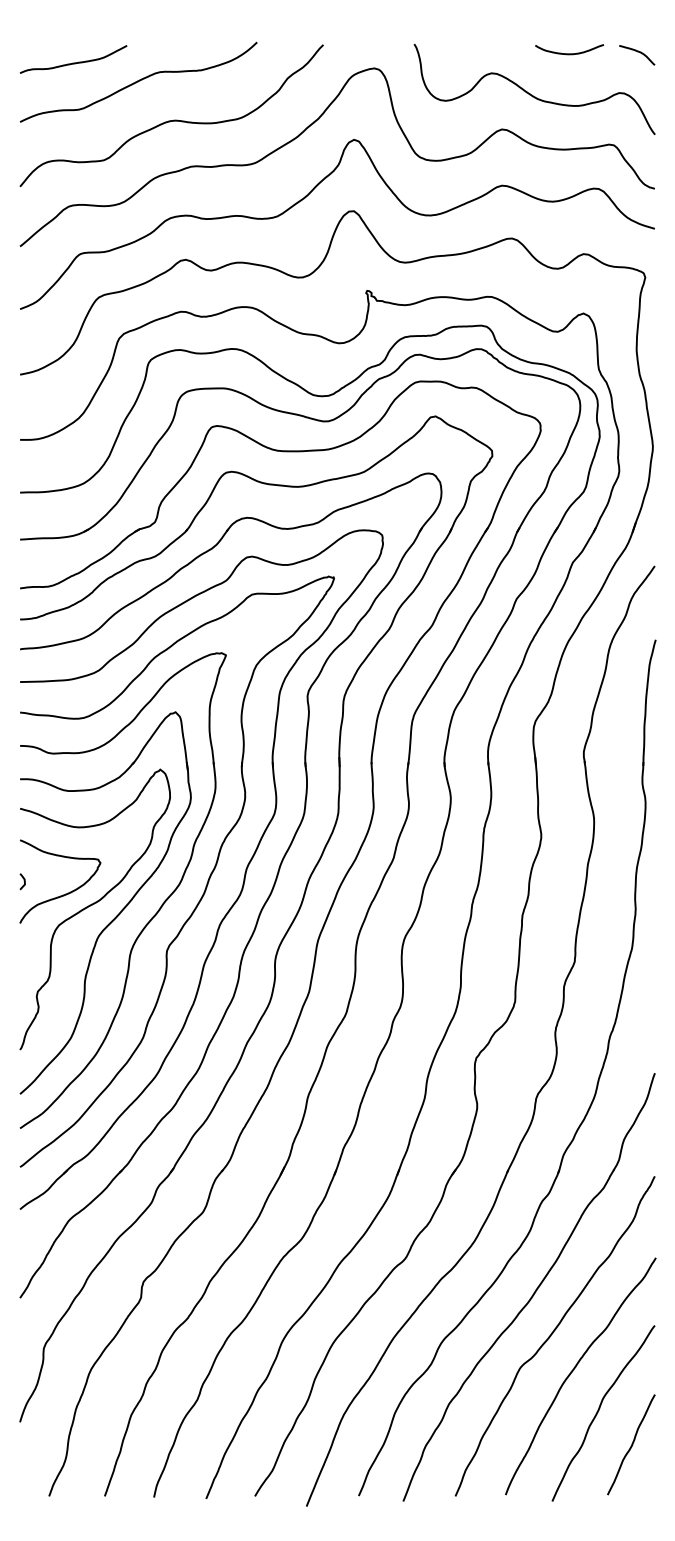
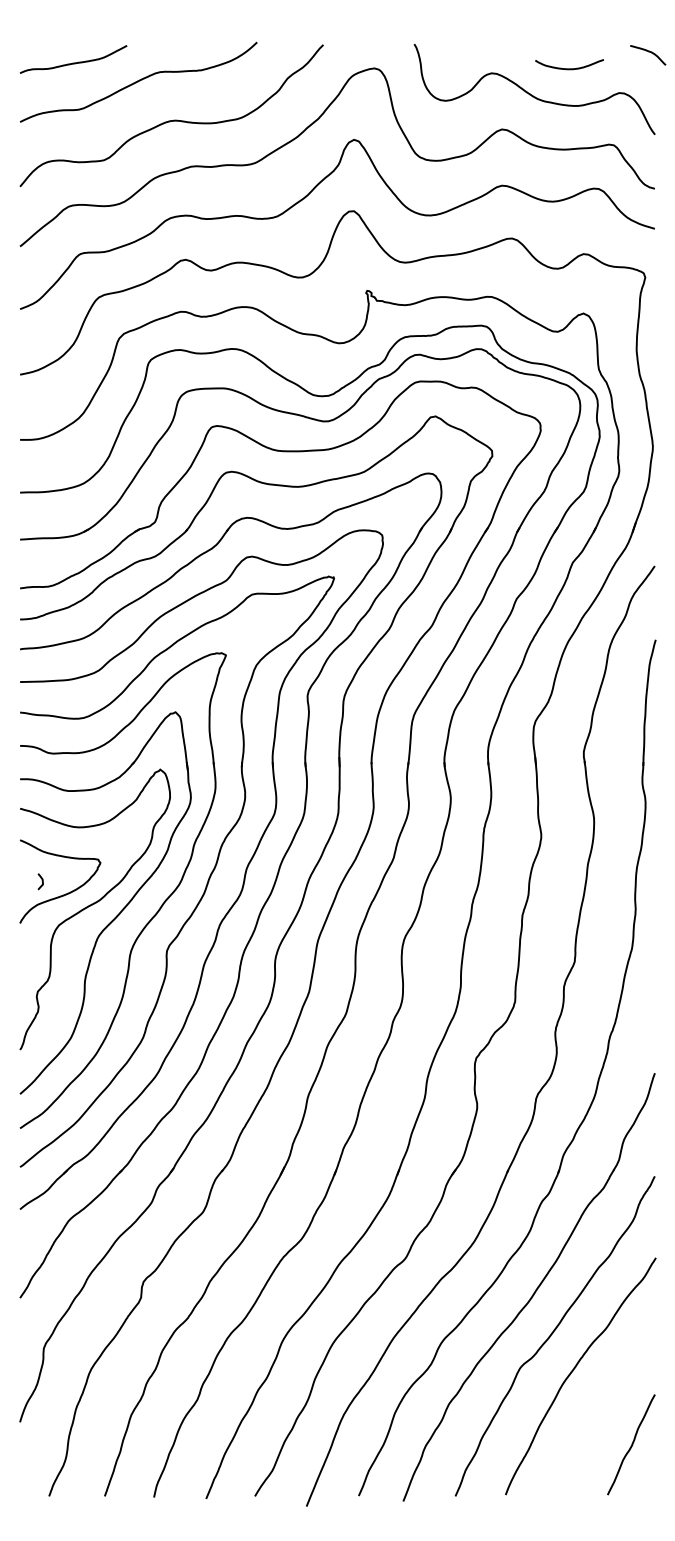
curve at (637, 52) position: (637, 52) -> (648, 52)
curve at (569, 53) position: (569, 53) -> (569, 68)
curve at (23, 881) position: (23, 881) -> (41, 881)
curve at (599, 1410): present -> none
